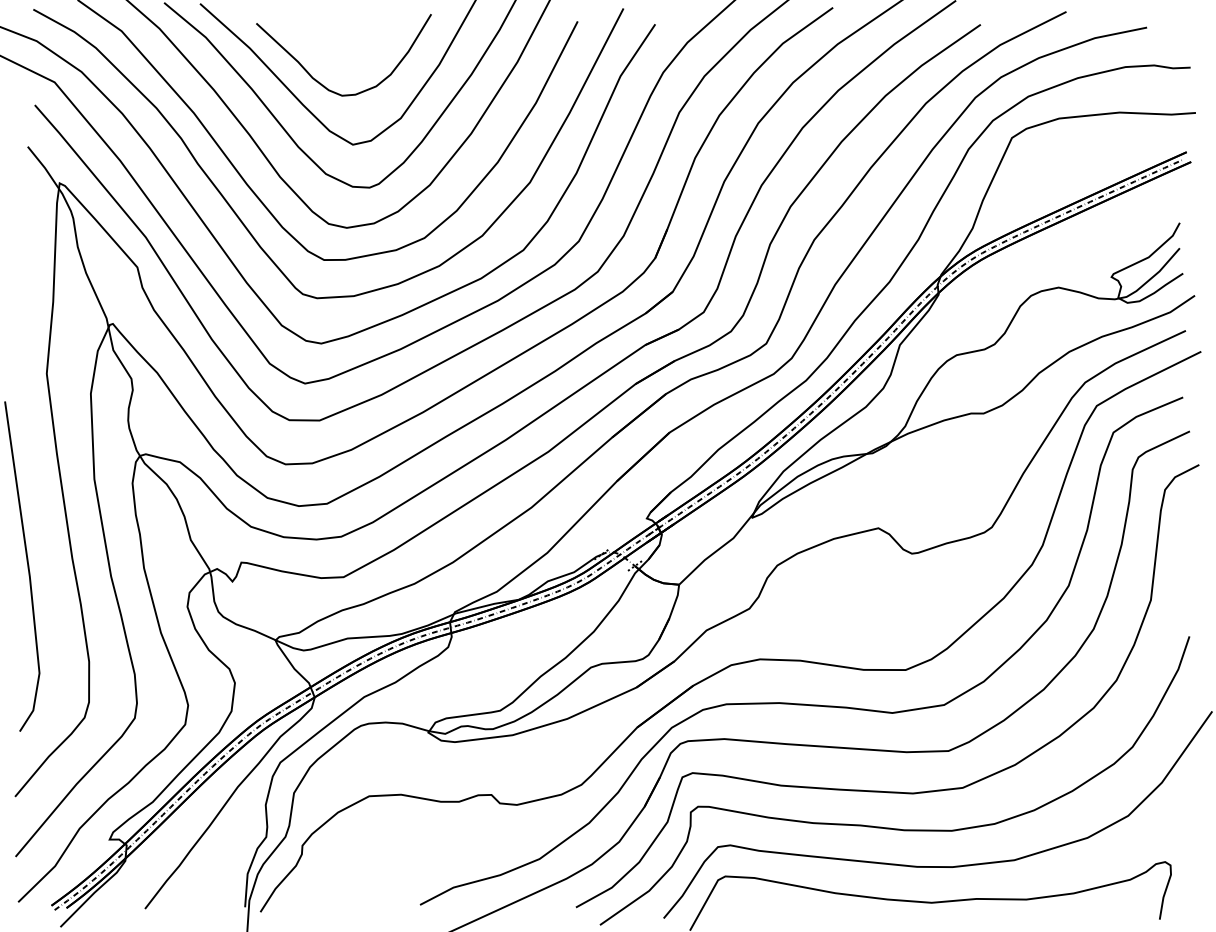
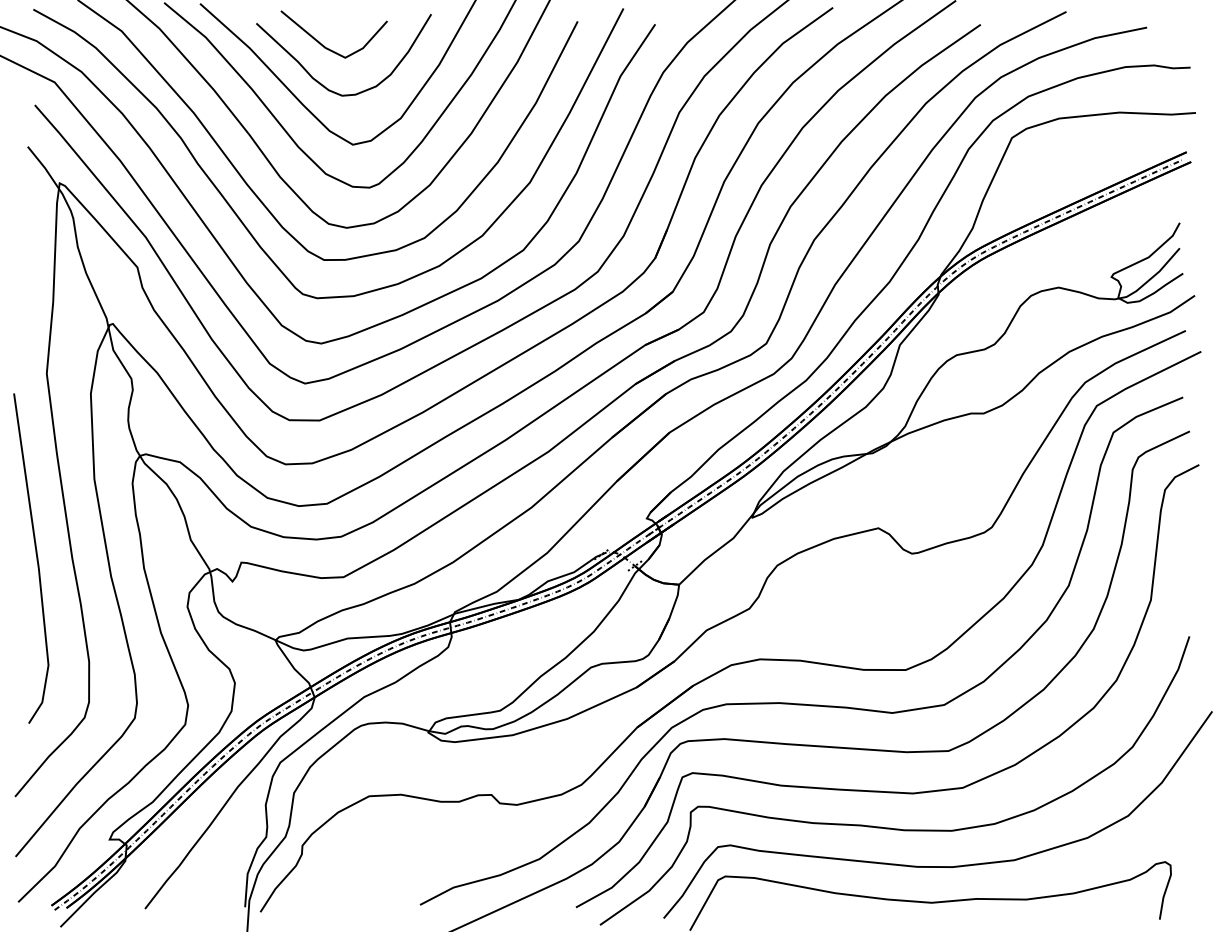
line at (324, 45): none -> present
line at (27, 566) position: (27, 566) -> (36, 558)
